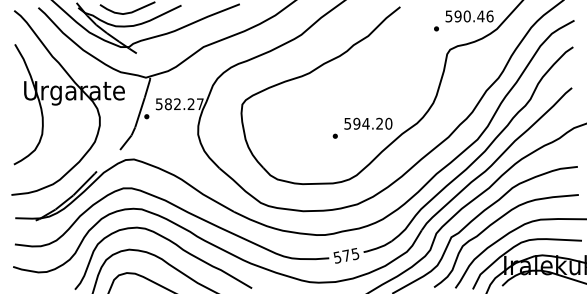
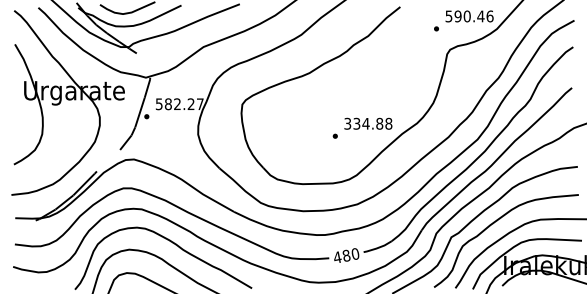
text at (368, 123): 594.20 -> 334.88
text at (346, 255): 575 -> 480
